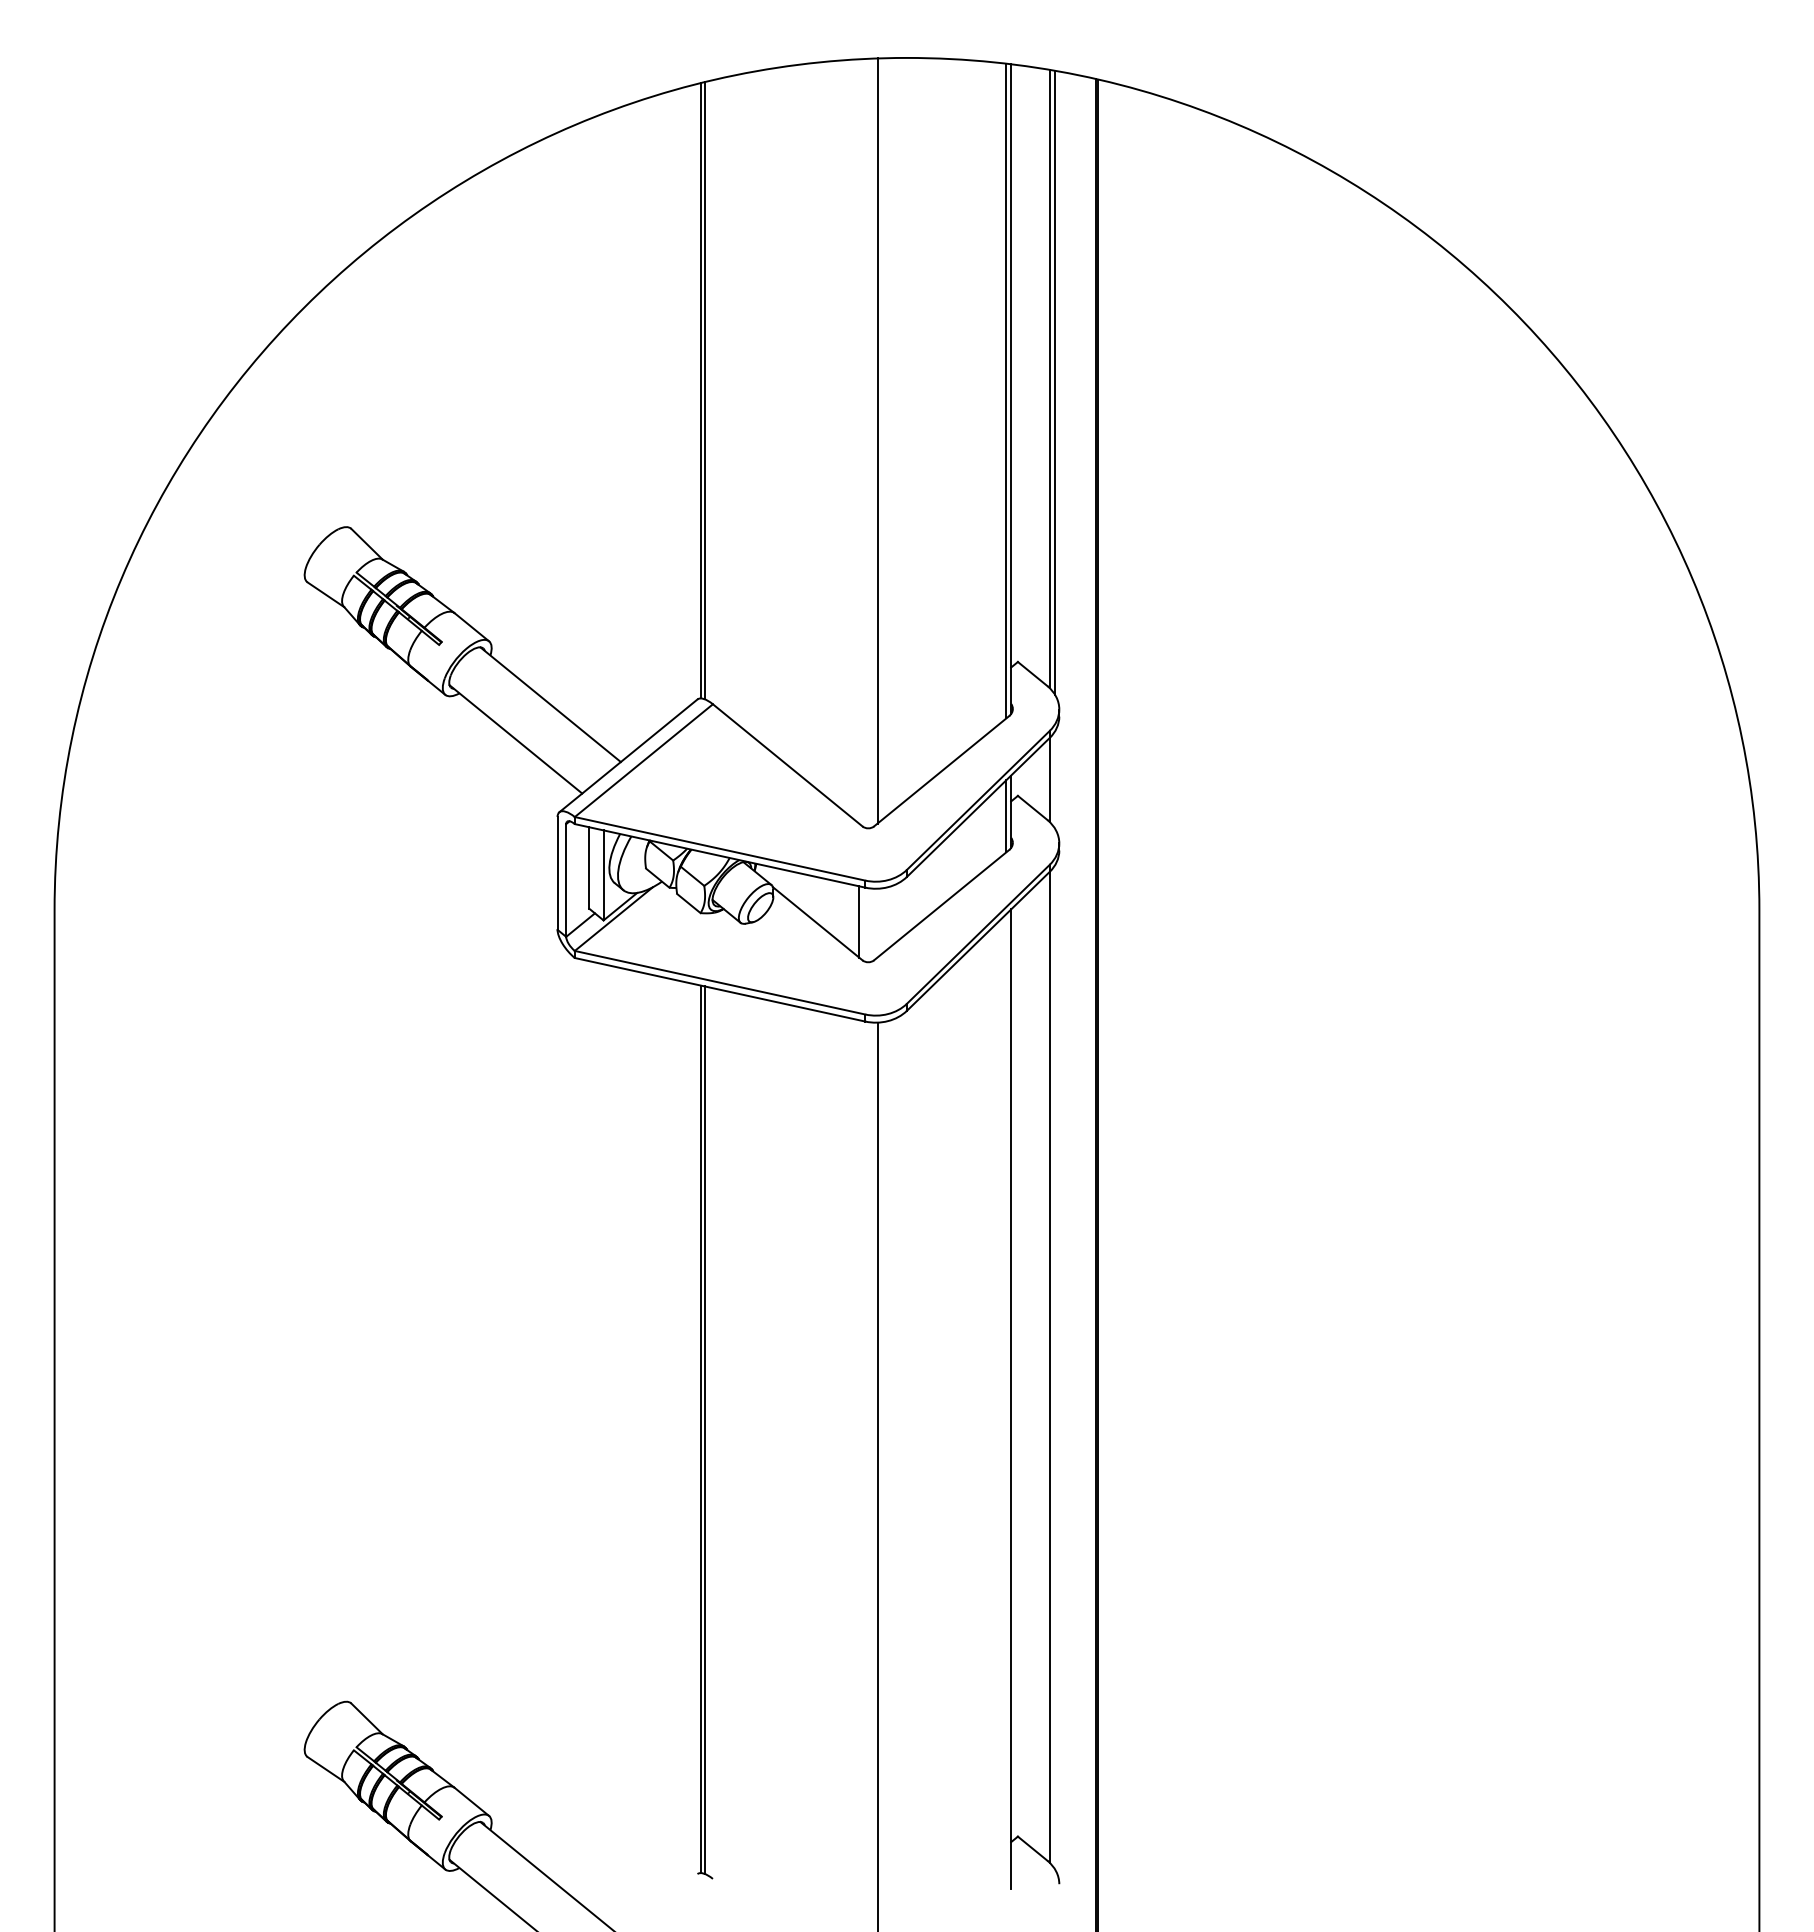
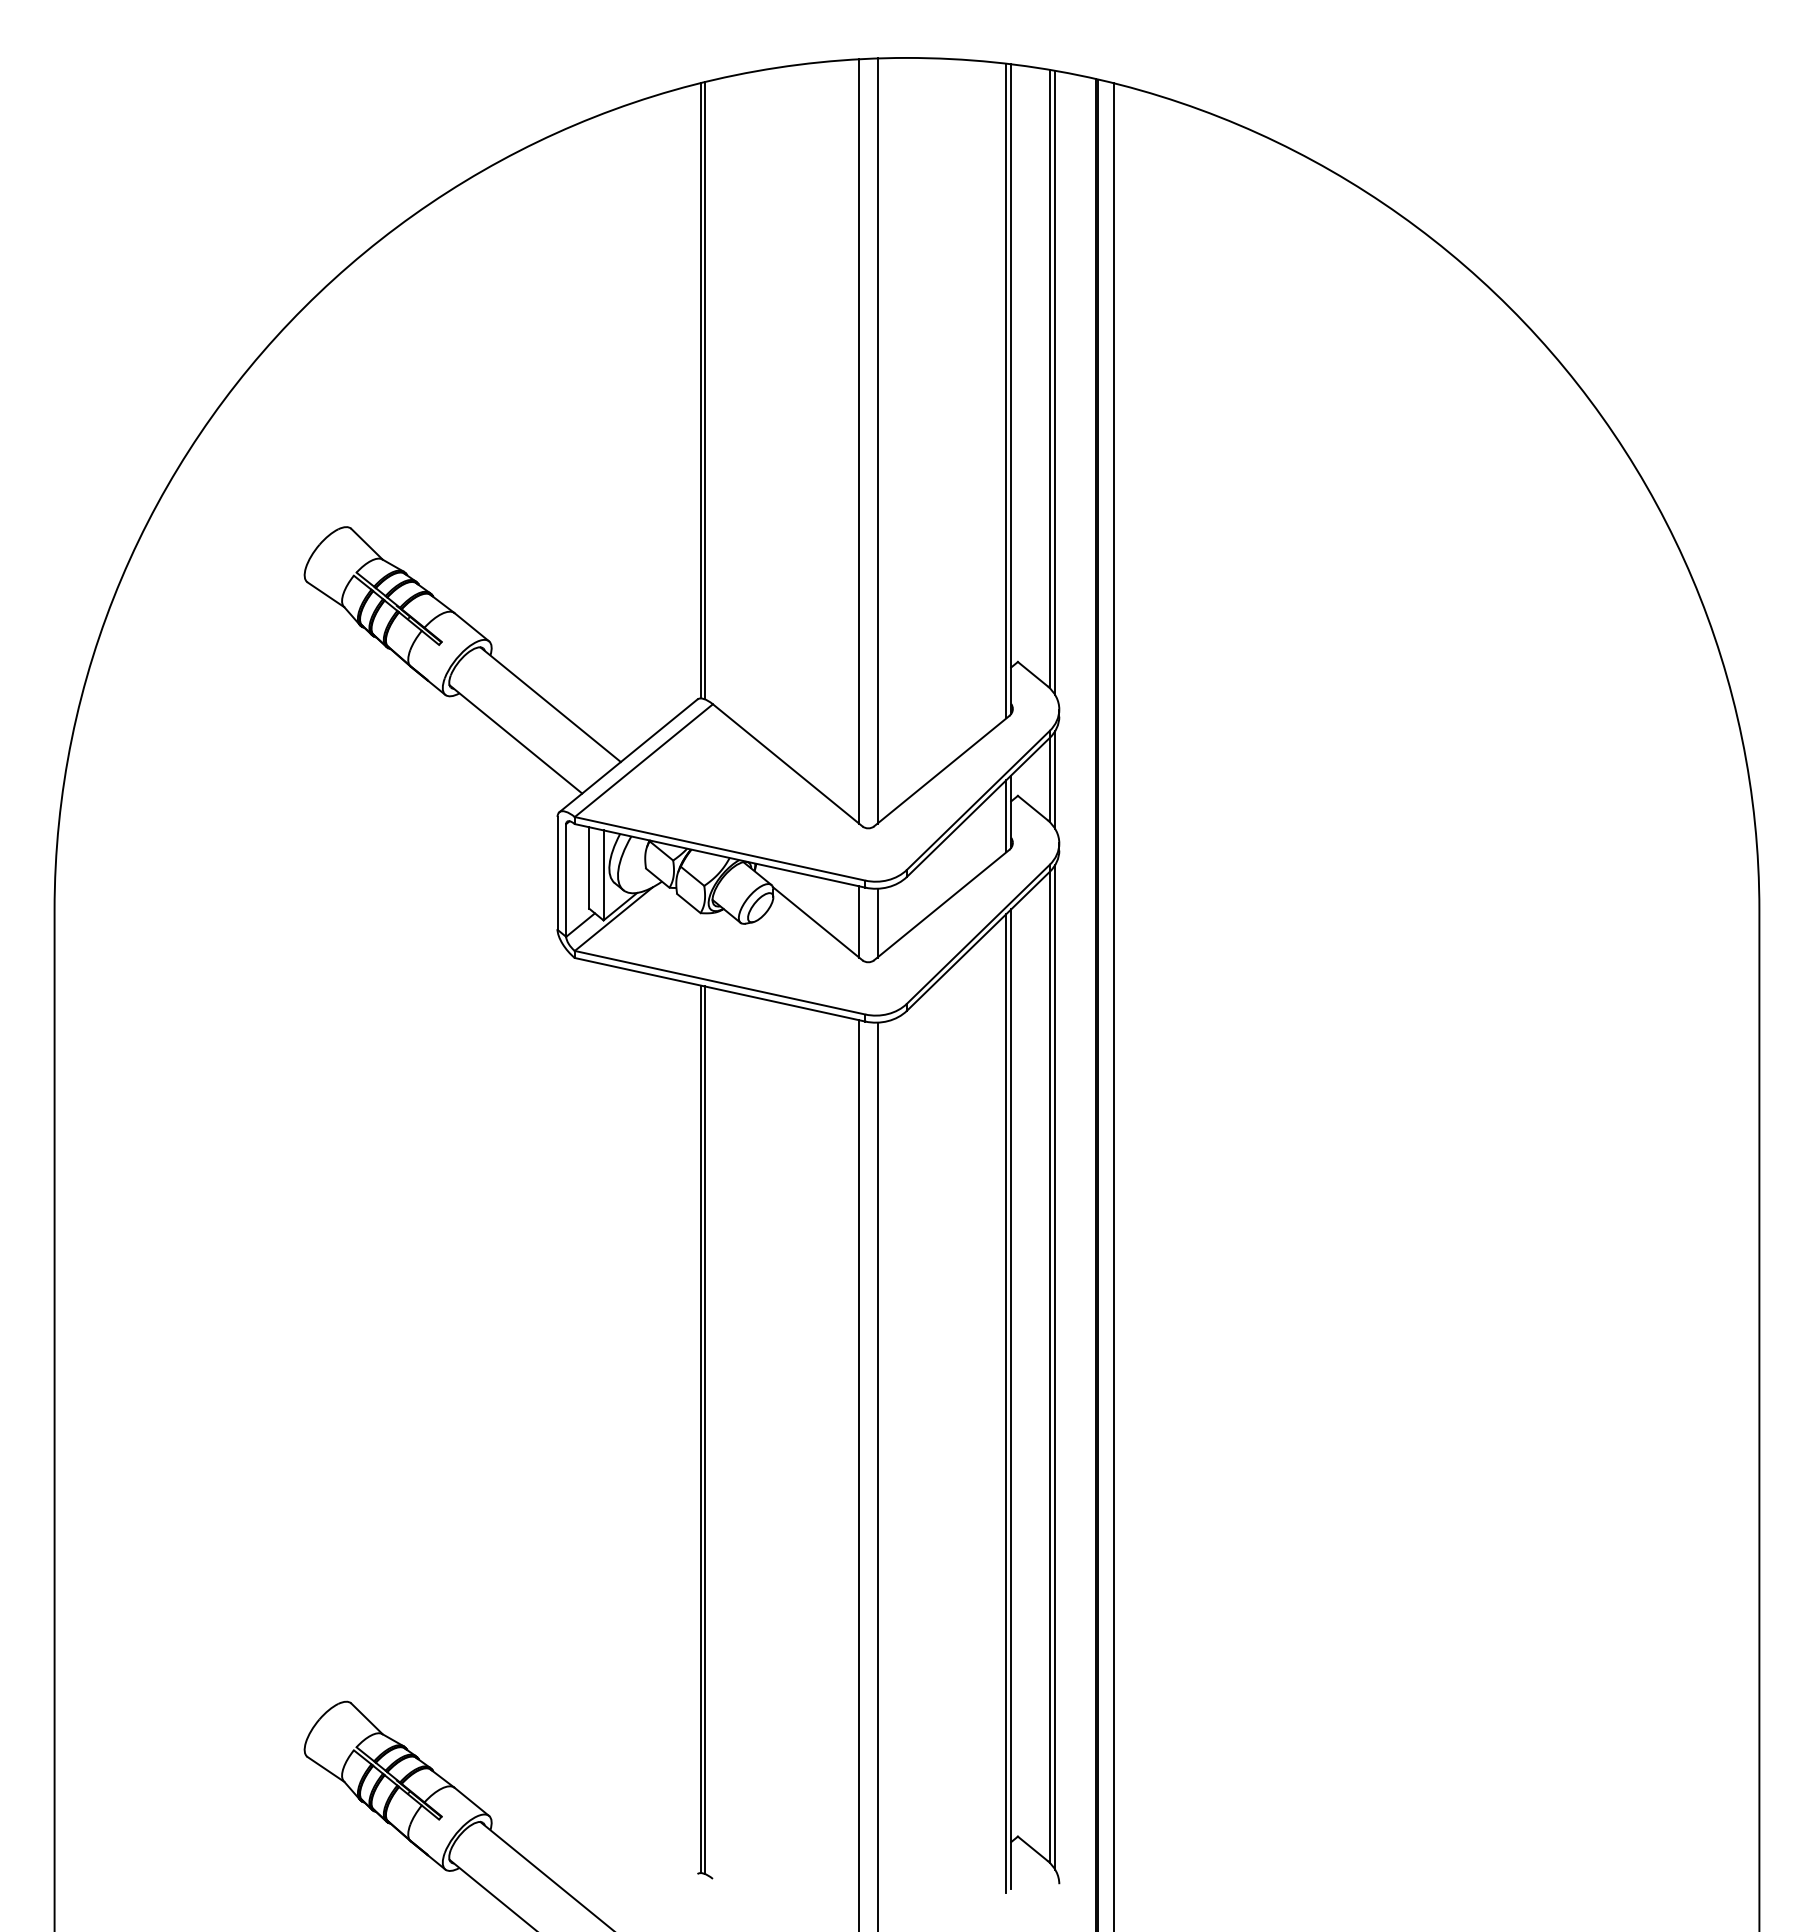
line at (859, 441): none -> present
line at (1055, 779): none -> present
line at (877, 922): none -> present
line at (1113, 1005): none -> present
line at (1055, 1366): none -> present
line at (1006, 1403): none -> present
line at (859, 1474): none -> present
